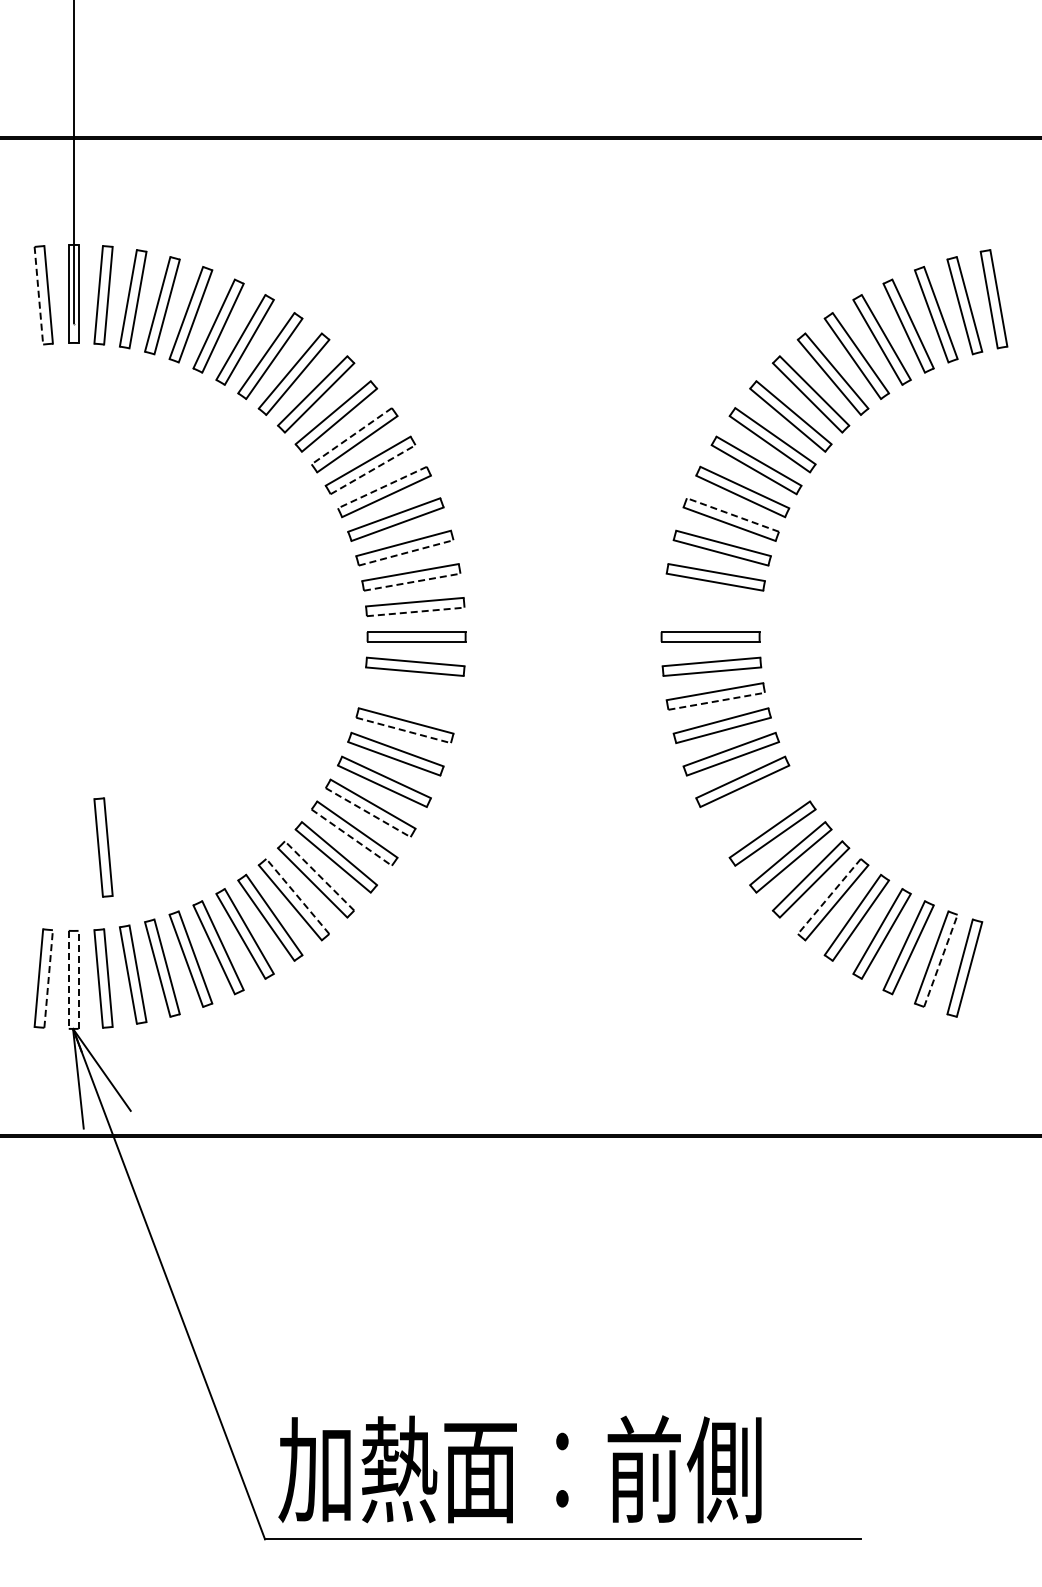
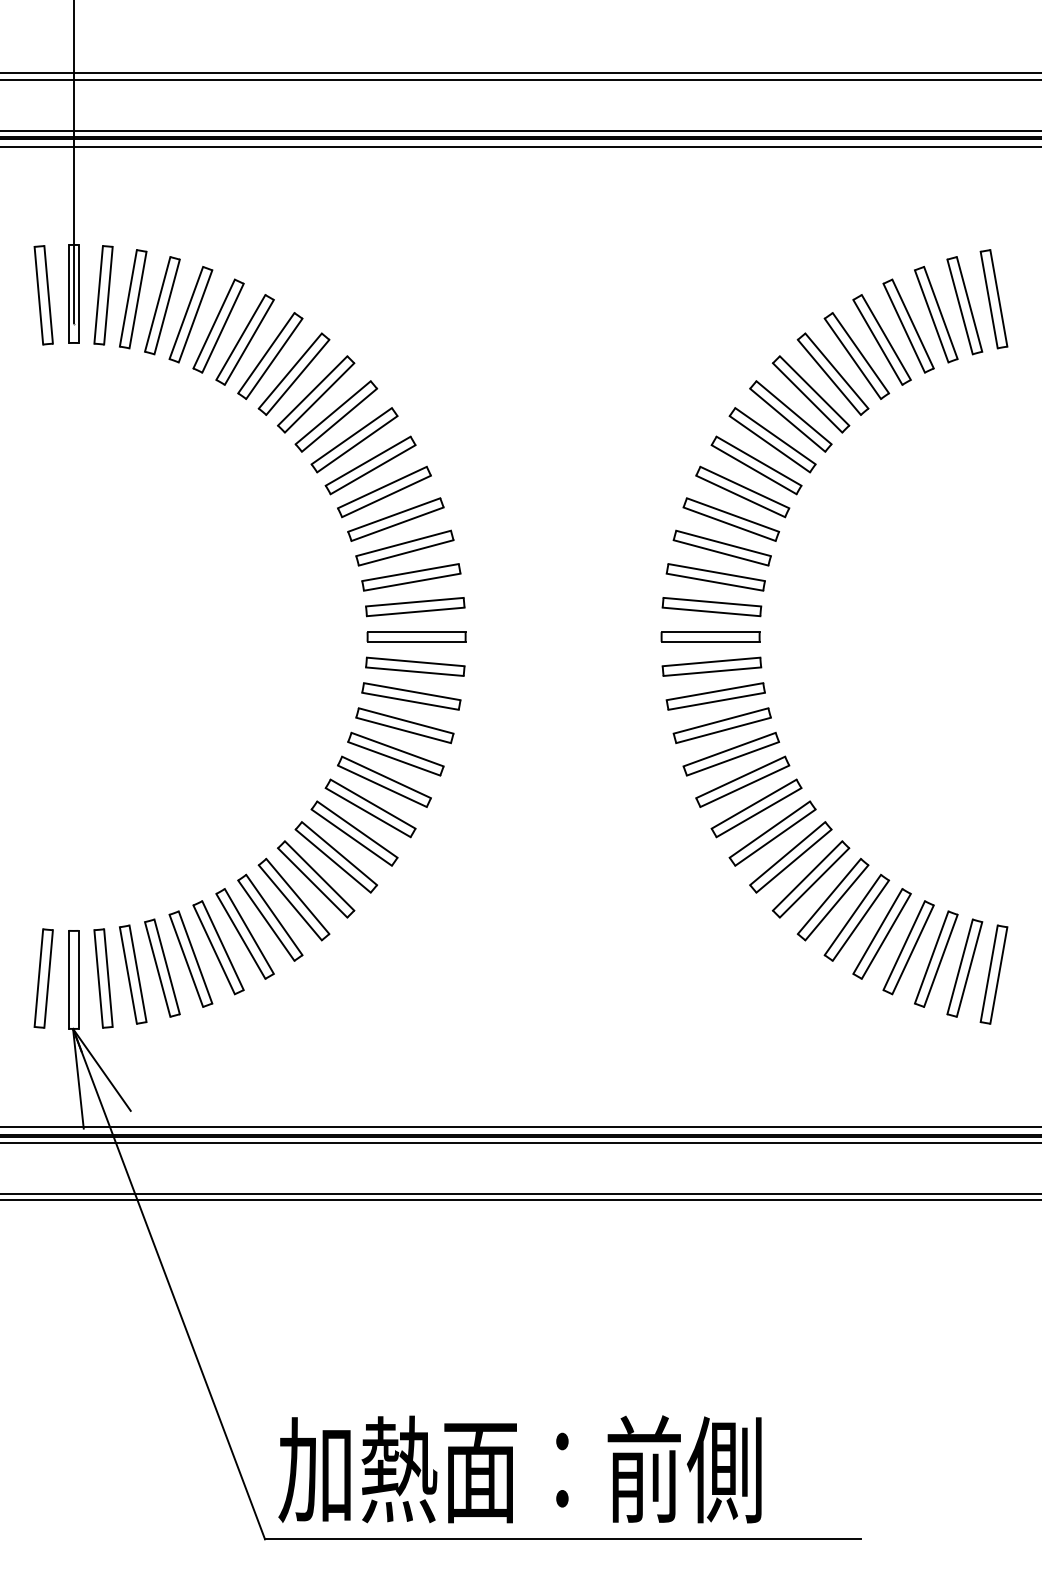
line at (520, 73): none -> present
line at (520, 79): none -> present
line at (520, 130): none -> present
line at (520, 146): none -> present
line at (38, 296): dashed -> solid
line at (351, 436): dashed -> solid
line at (373, 469): dashed -> solid
line at (381, 487): dashed -> solid
line at (732, 514): dashed -> solid
line at (406, 552): dashed -> solid
line at (412, 582): dashed -> solid
part at (711, 607): none -> present
line at (416, 611): dashed -> solid
part at (411, 696): none -> present
line at (717, 701): dashed -> solid
line at (404, 730): dashed -> solid
part at (756, 808): none -> present
line at (368, 812): dashed -> solid
line at (352, 837): dashed -> solid
part at (103, 847): present -> none
line at (319, 875): dashed -> solid
line at (297, 896): dashed -> solid
line at (829, 896): dashed -> solid
line at (941, 960): dashed -> solid
part at (993, 974): none -> present
line at (48, 978): dashed -> solid
line at (78, 979): dashed -> solid
line at (68, 980): dashed -> solid
line at (520, 1126): none -> present
line at (520, 1143): none -> present
line at (520, 1194): none -> present
line at (520, 1200): none -> present
